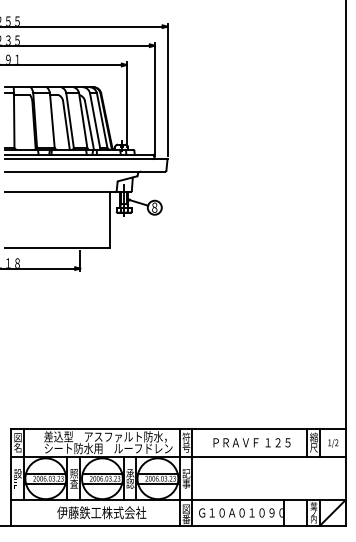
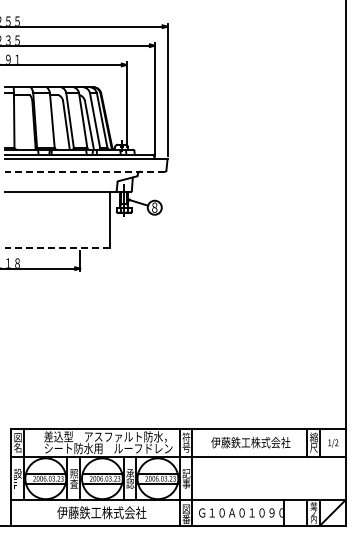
line at (84, 171): solid -> dashed
line at (57, 248): solid -> dashed
text at (250, 442): ＰＲＡＶＦ １２５ -> 伊藤鉄工株式会社
